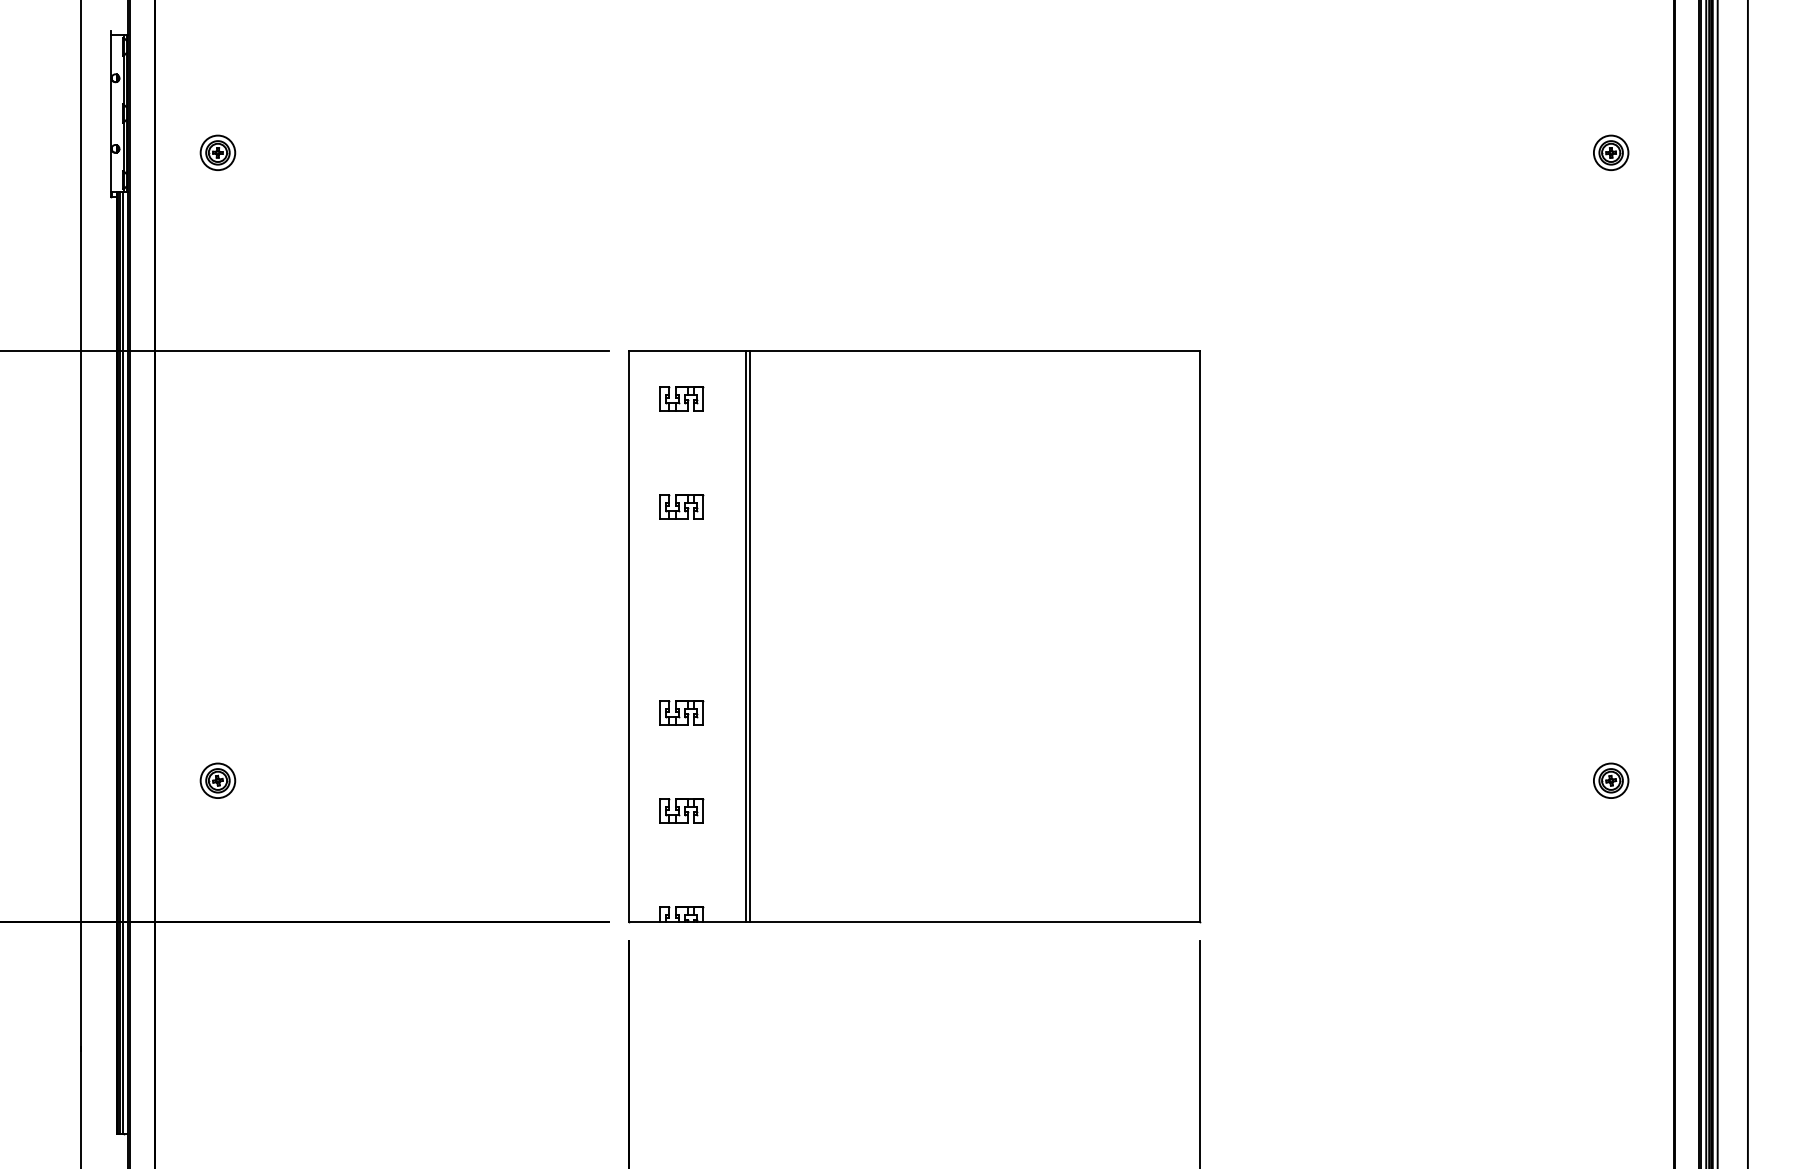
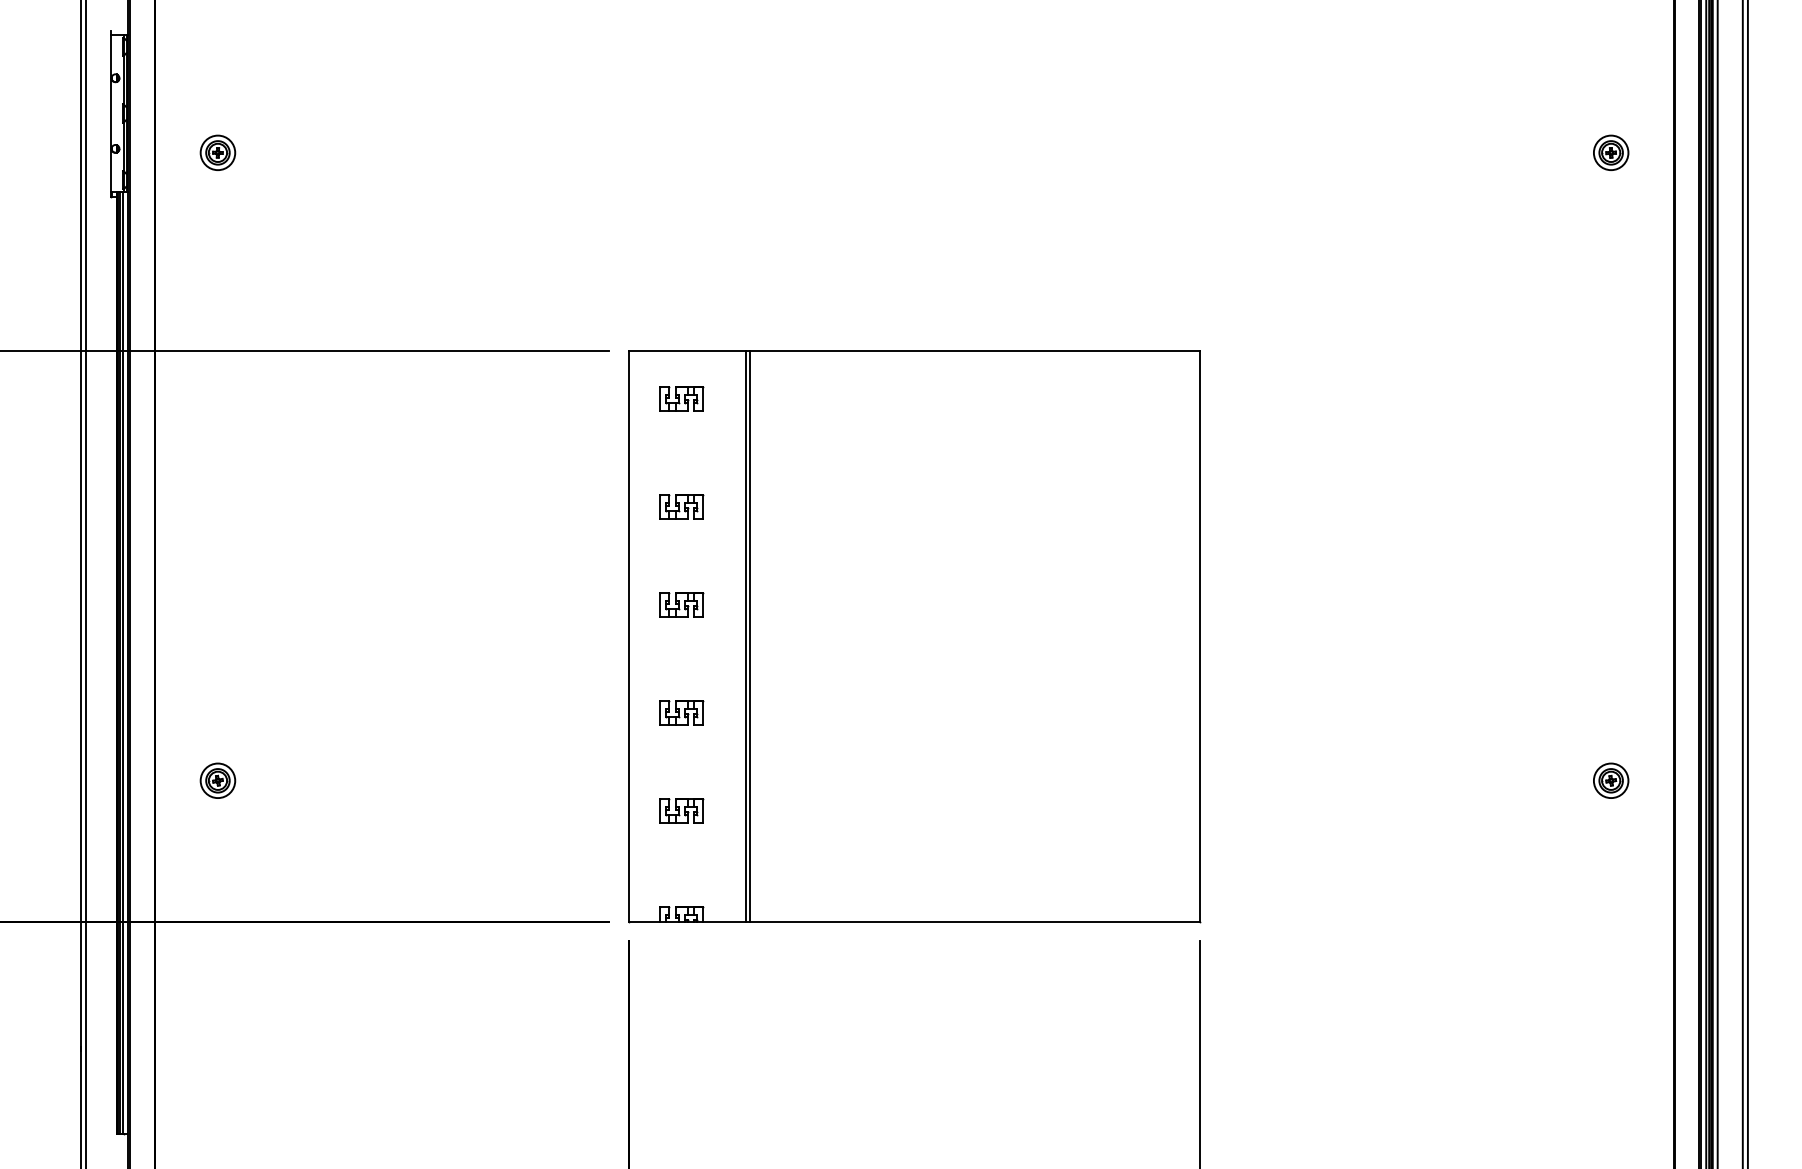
line at (86, 583): none -> present
line at (1742, 583): none -> present
part at (681, 604): none -> present
